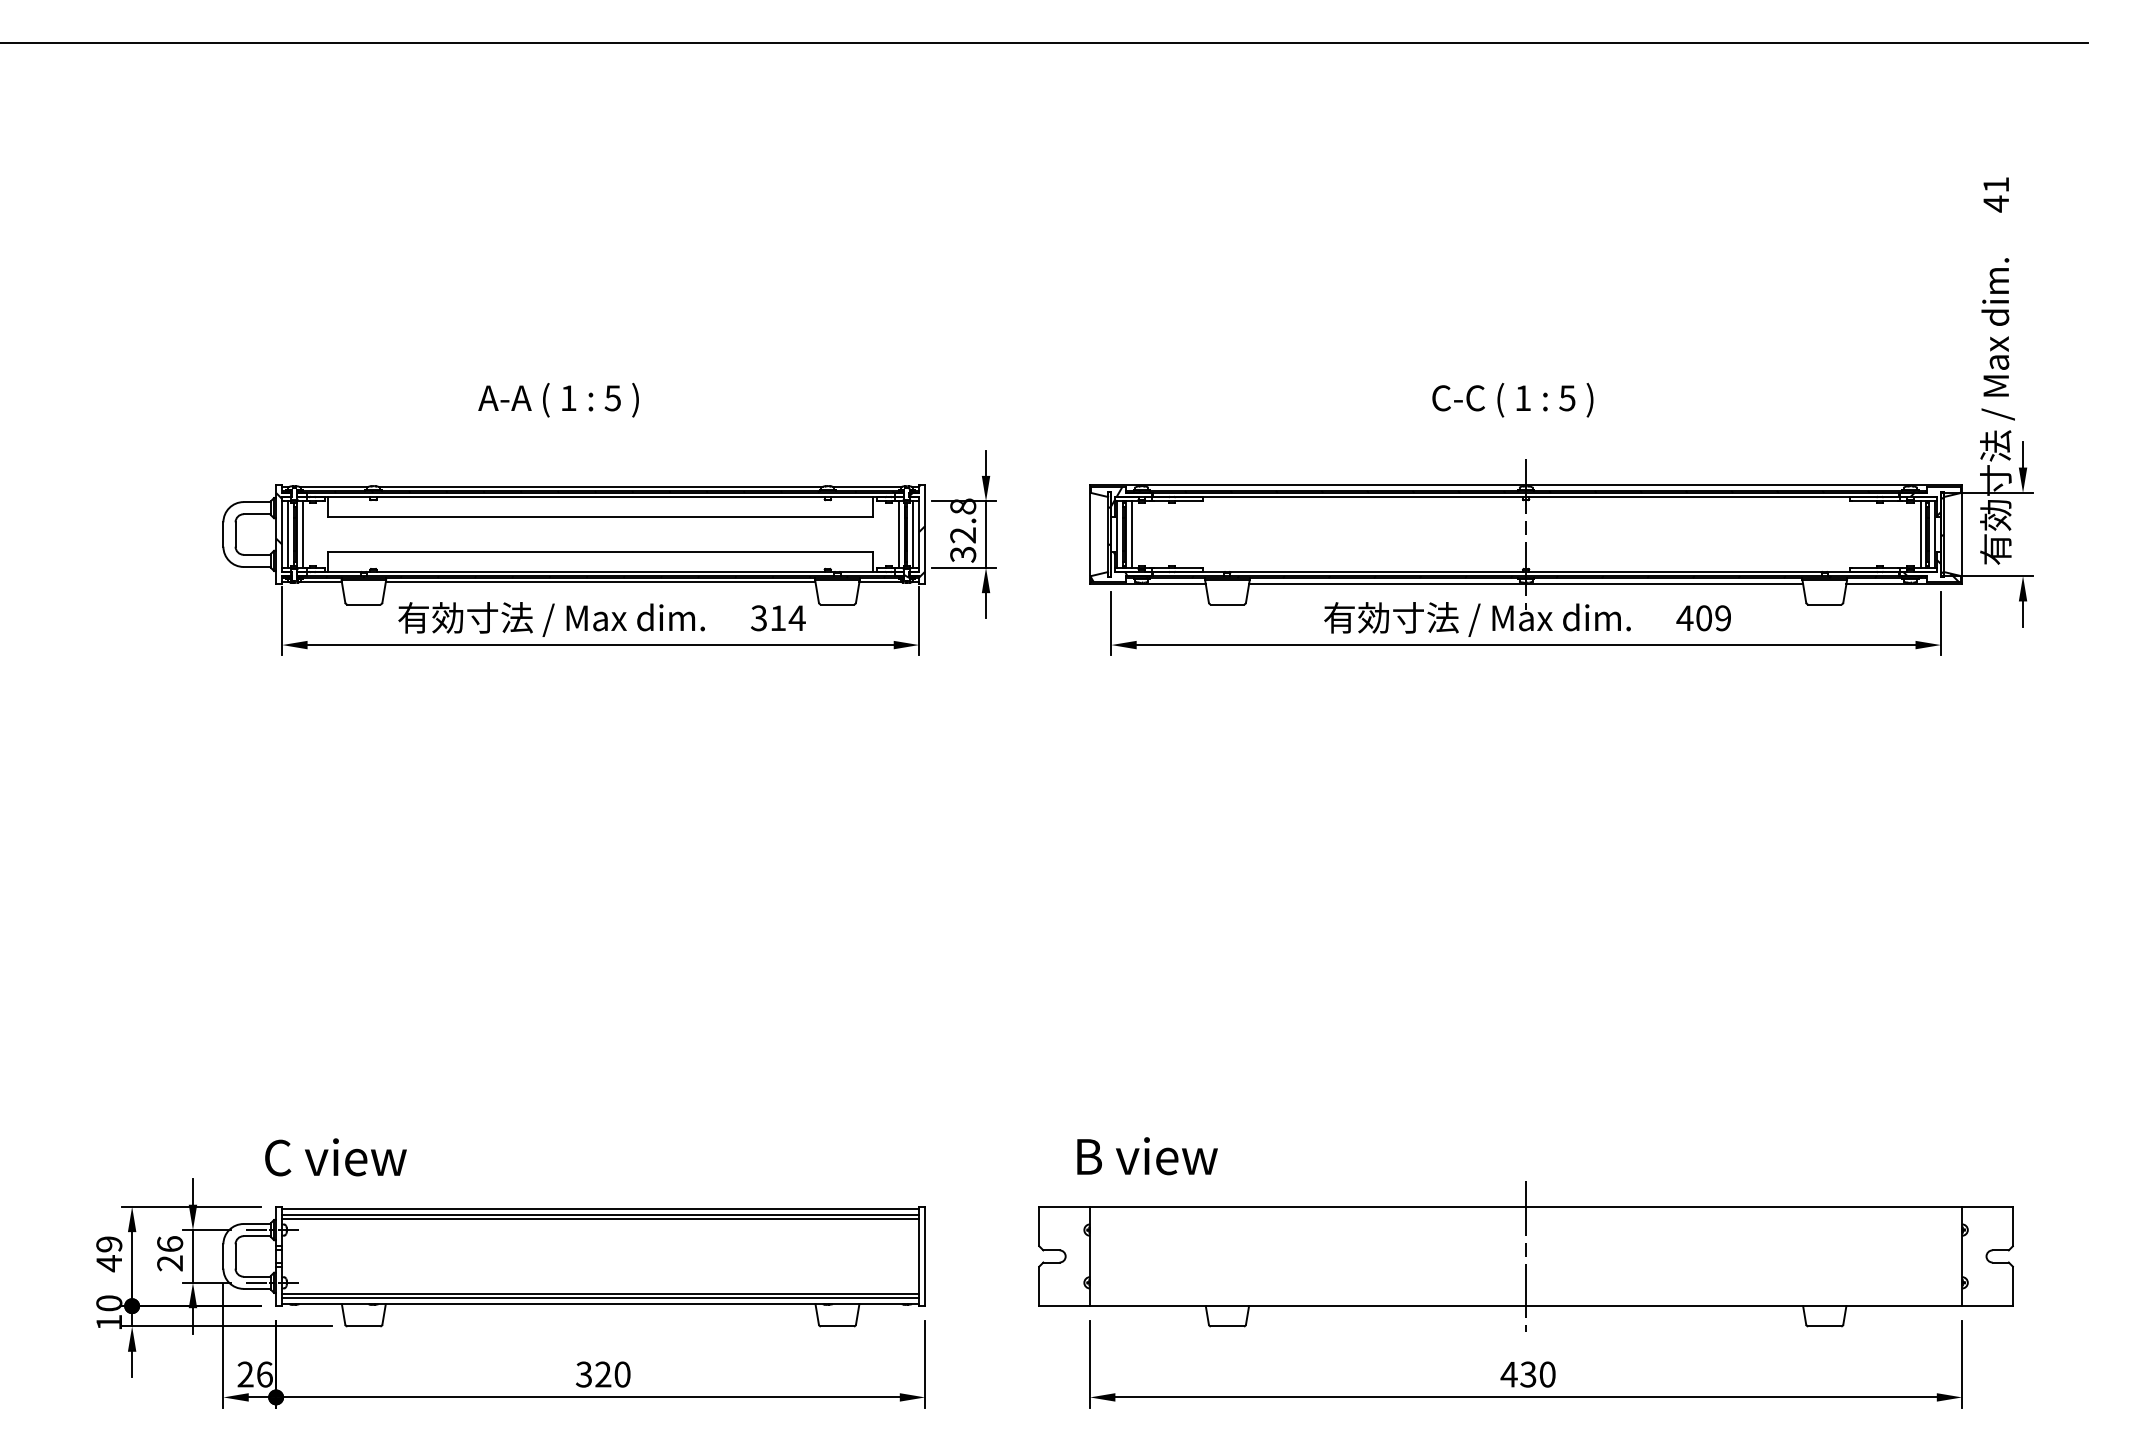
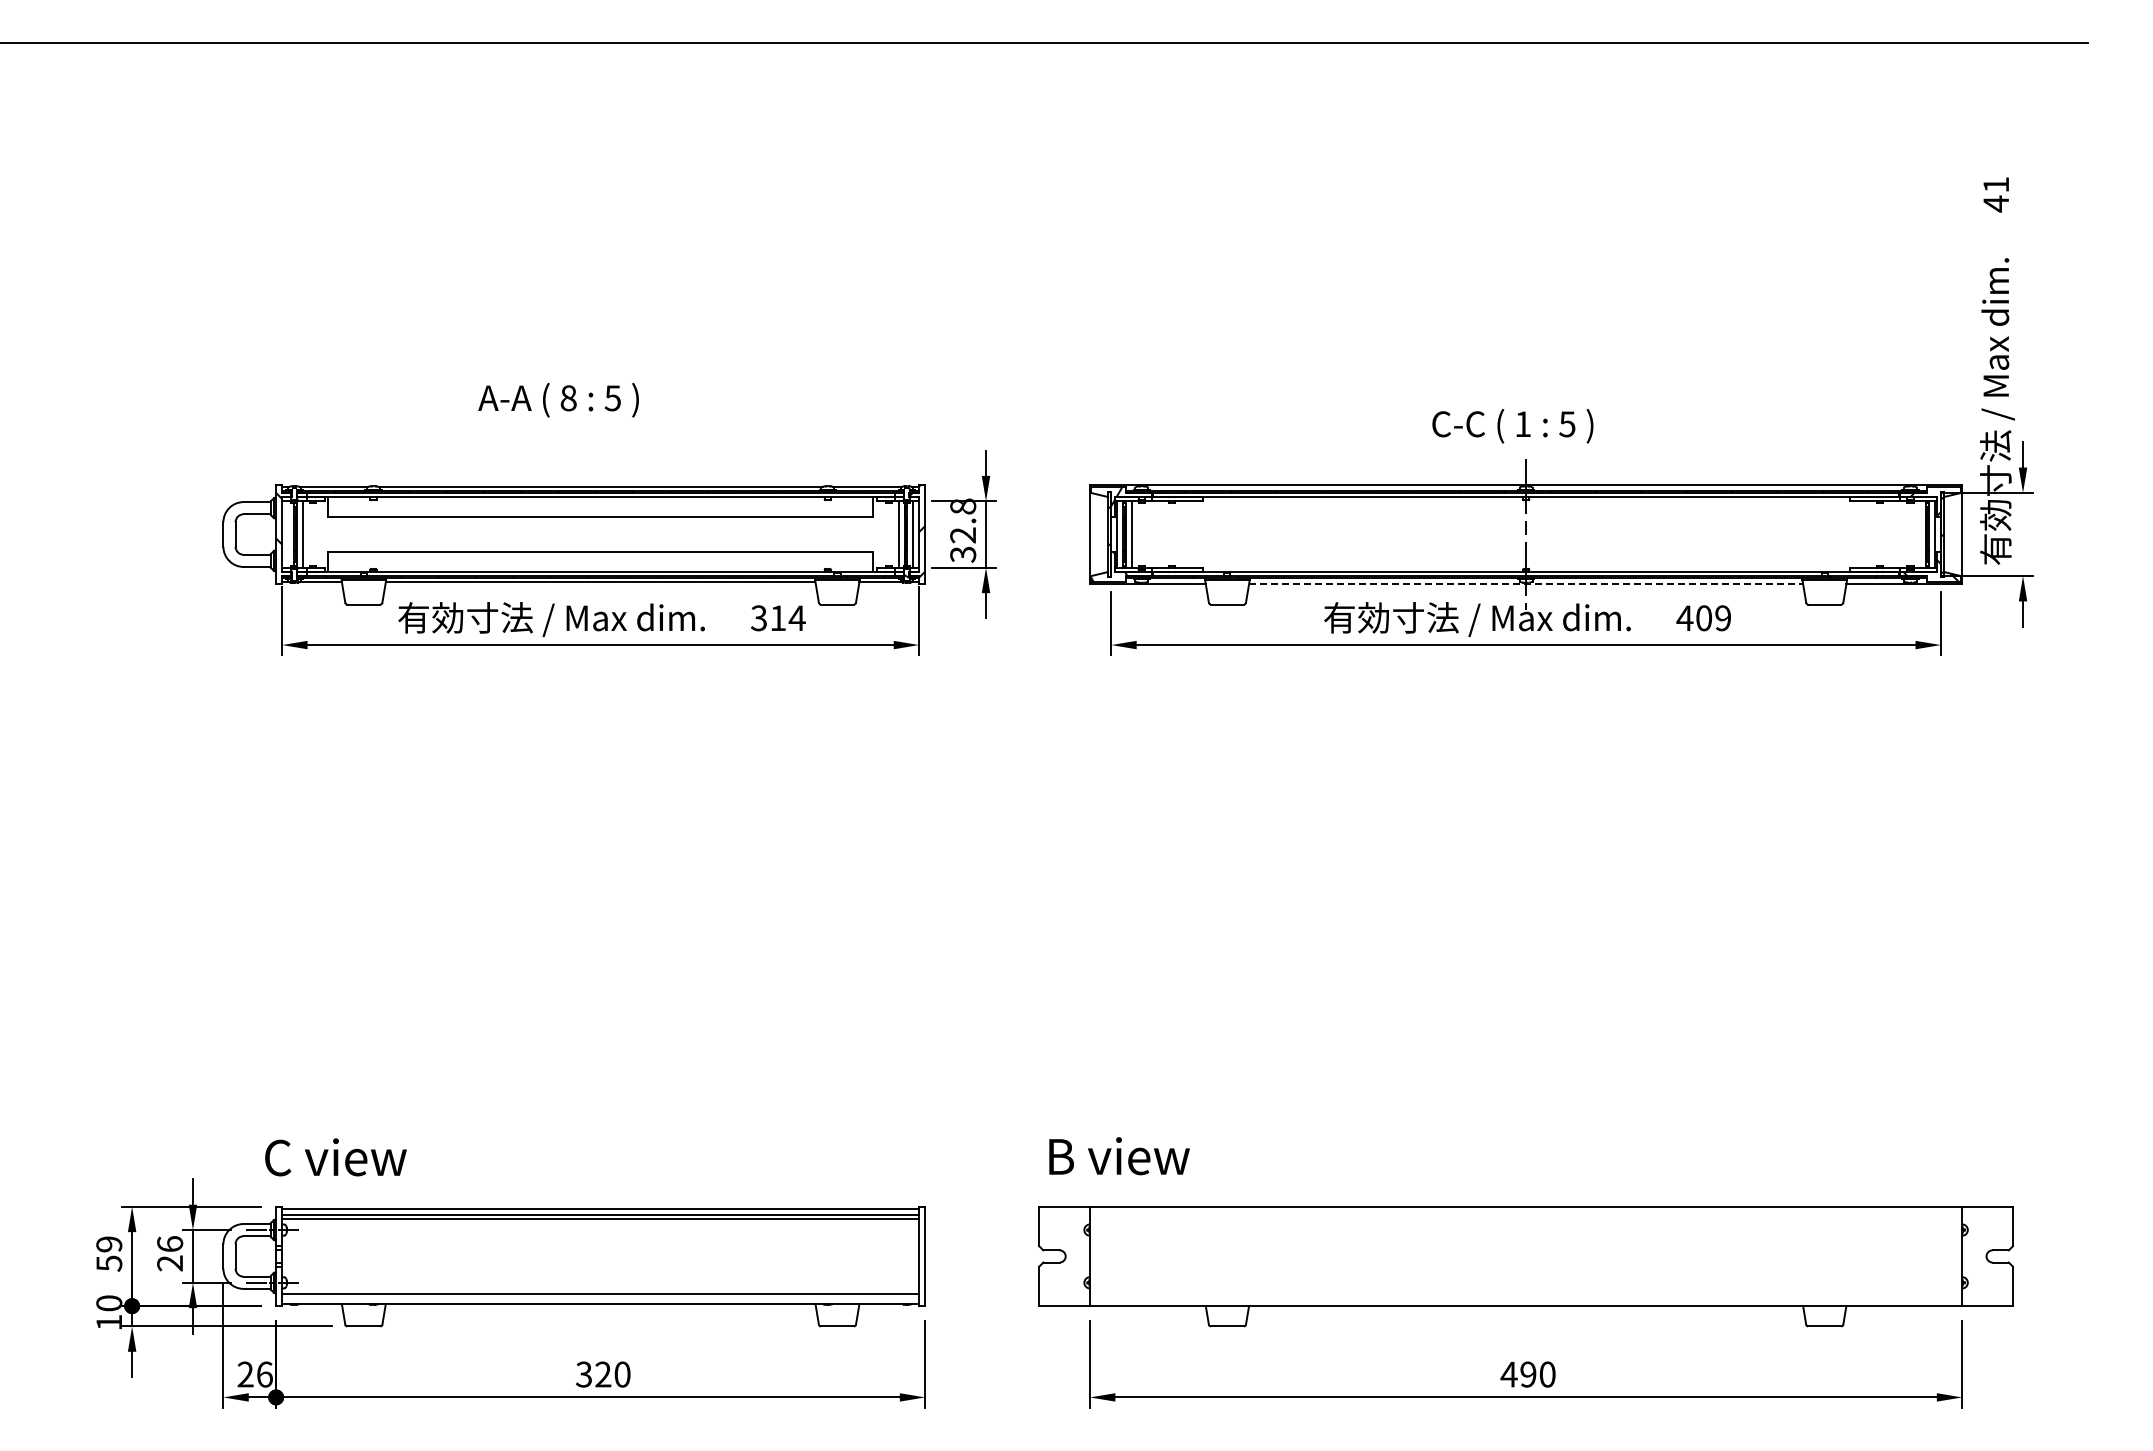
text at (568, 398): 1 -> 8
text at (1512, 400) position: (1512, 400) -> (1512, 426)
line at (288, 534): present -> none
line at (1920, 534): present -> none
line at (1526, 584): solid -> dashed
text at (1147, 1156) position: (1147, 1156) -> (1119, 1156)
line at (1526, 1256): present -> none
text at (109, 1263): 49 -> 59
line at (600, 1298): present -> none
text at (1528, 1374): 430 -> 490
